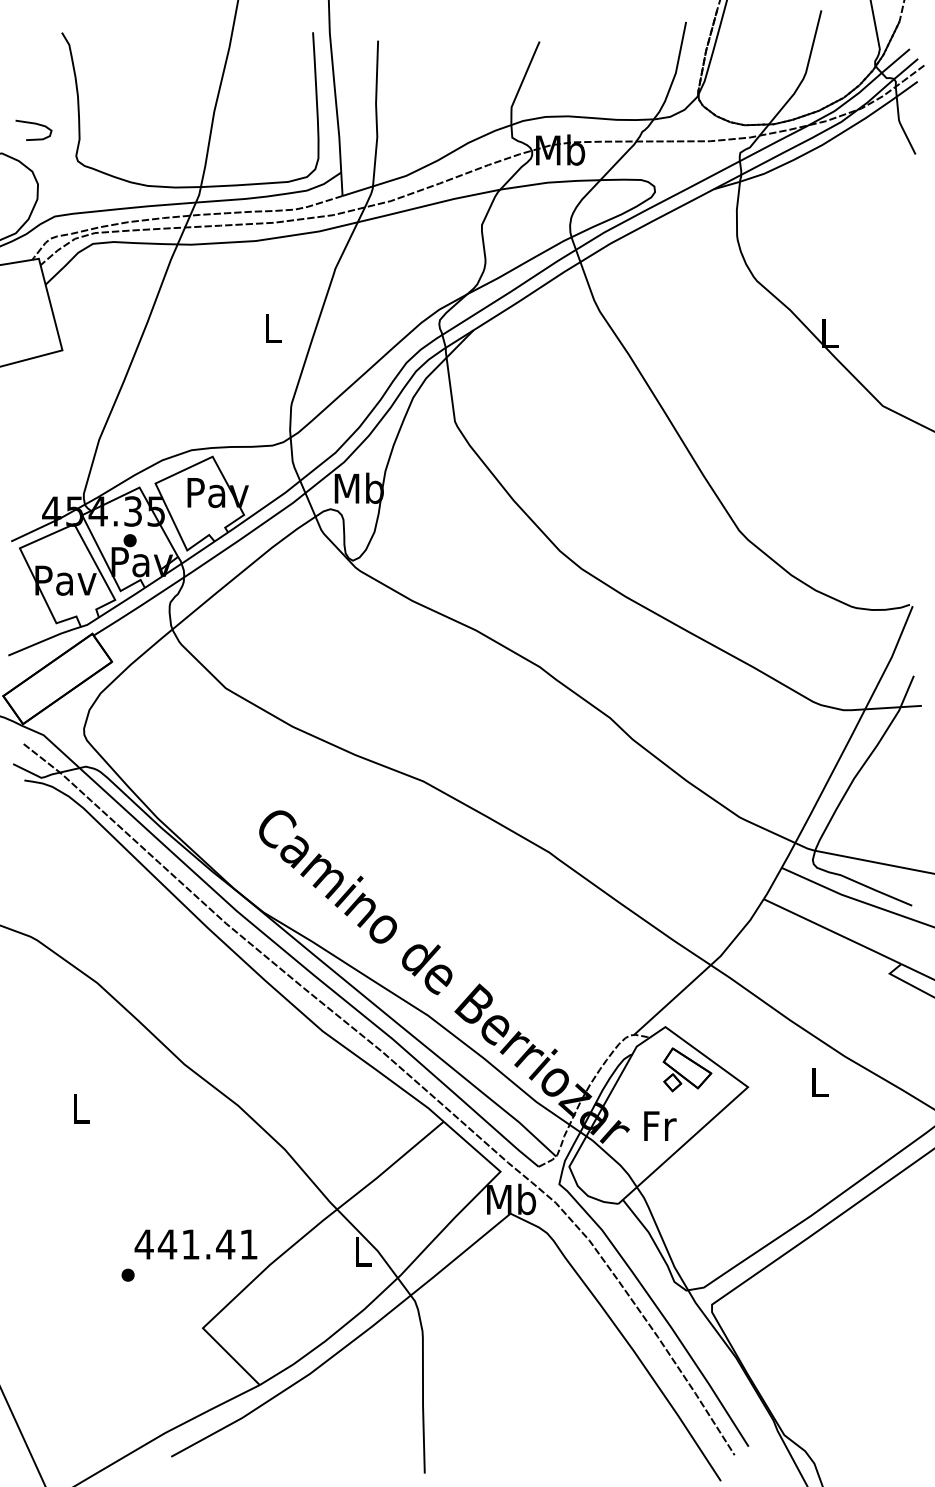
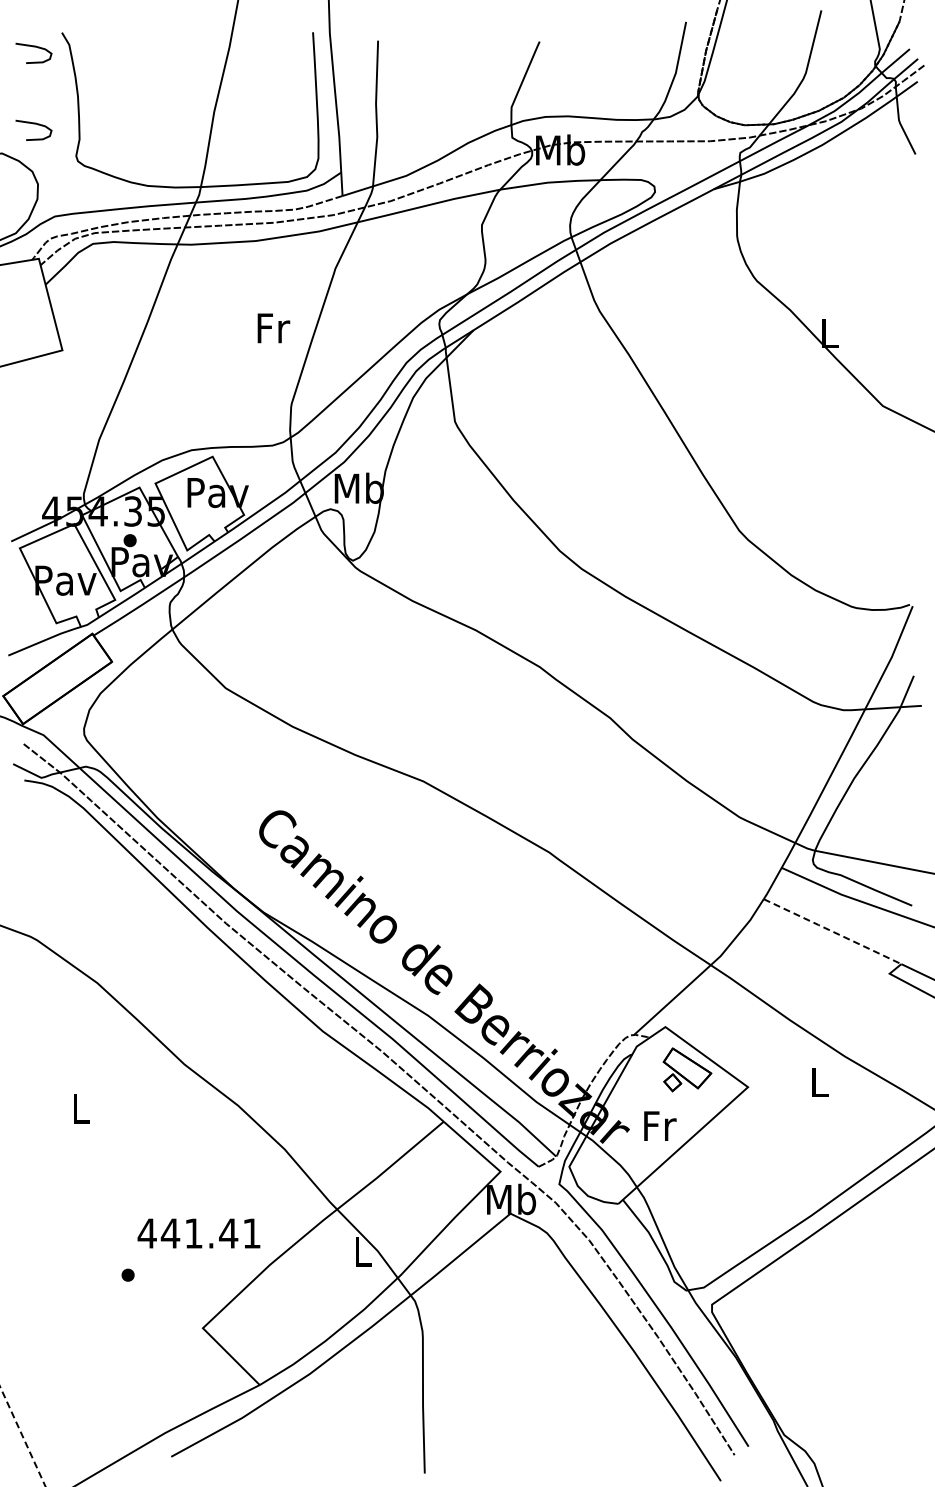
curve at (33, 47): none -> present
text at (273, 328): L -> Fr
line at (832, 931): solid -> dashed
text at (195, 1244) position: (195, 1244) -> (198, 1233)
line at (23, 1437): solid -> dashed
